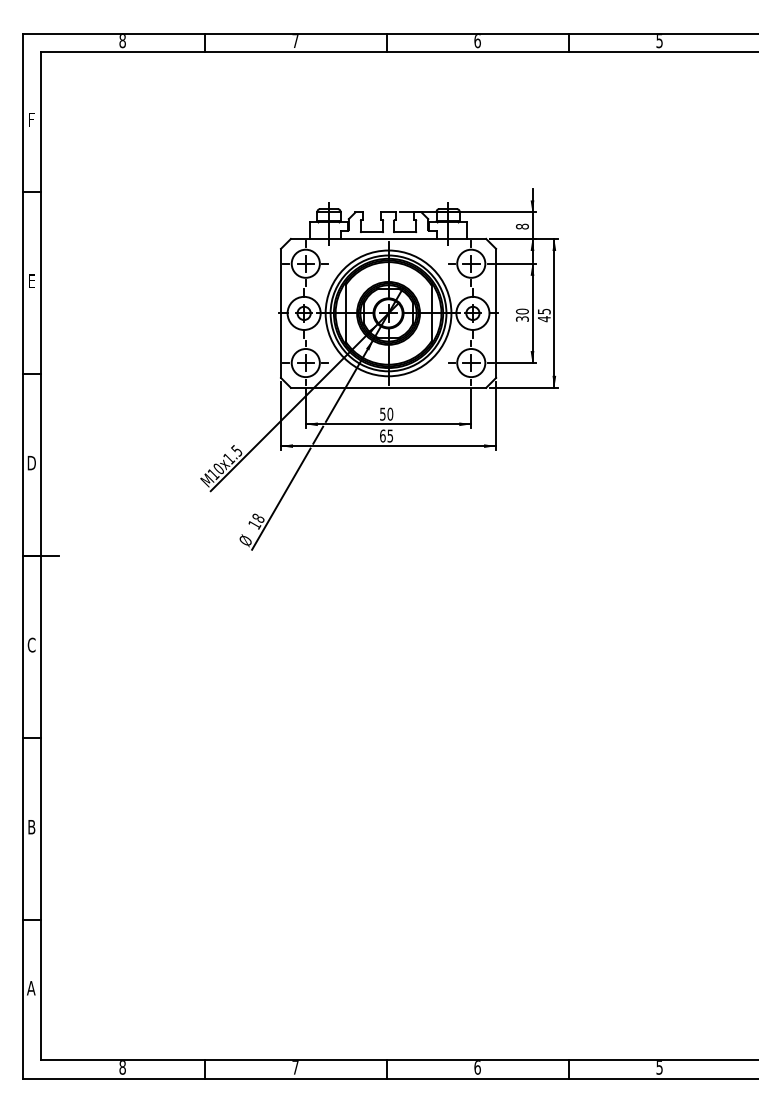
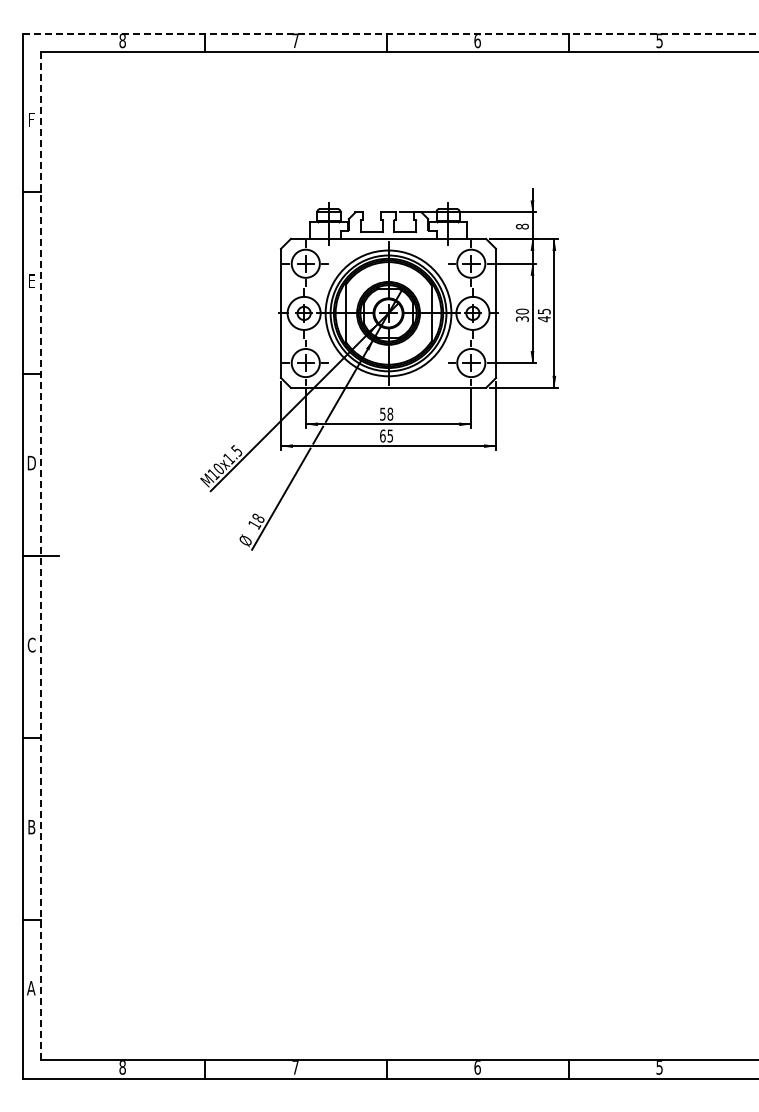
line at (390, 33): solid -> dashed
text at (390, 414): 50 -> 58
line at (40, 555): solid -> dashed
